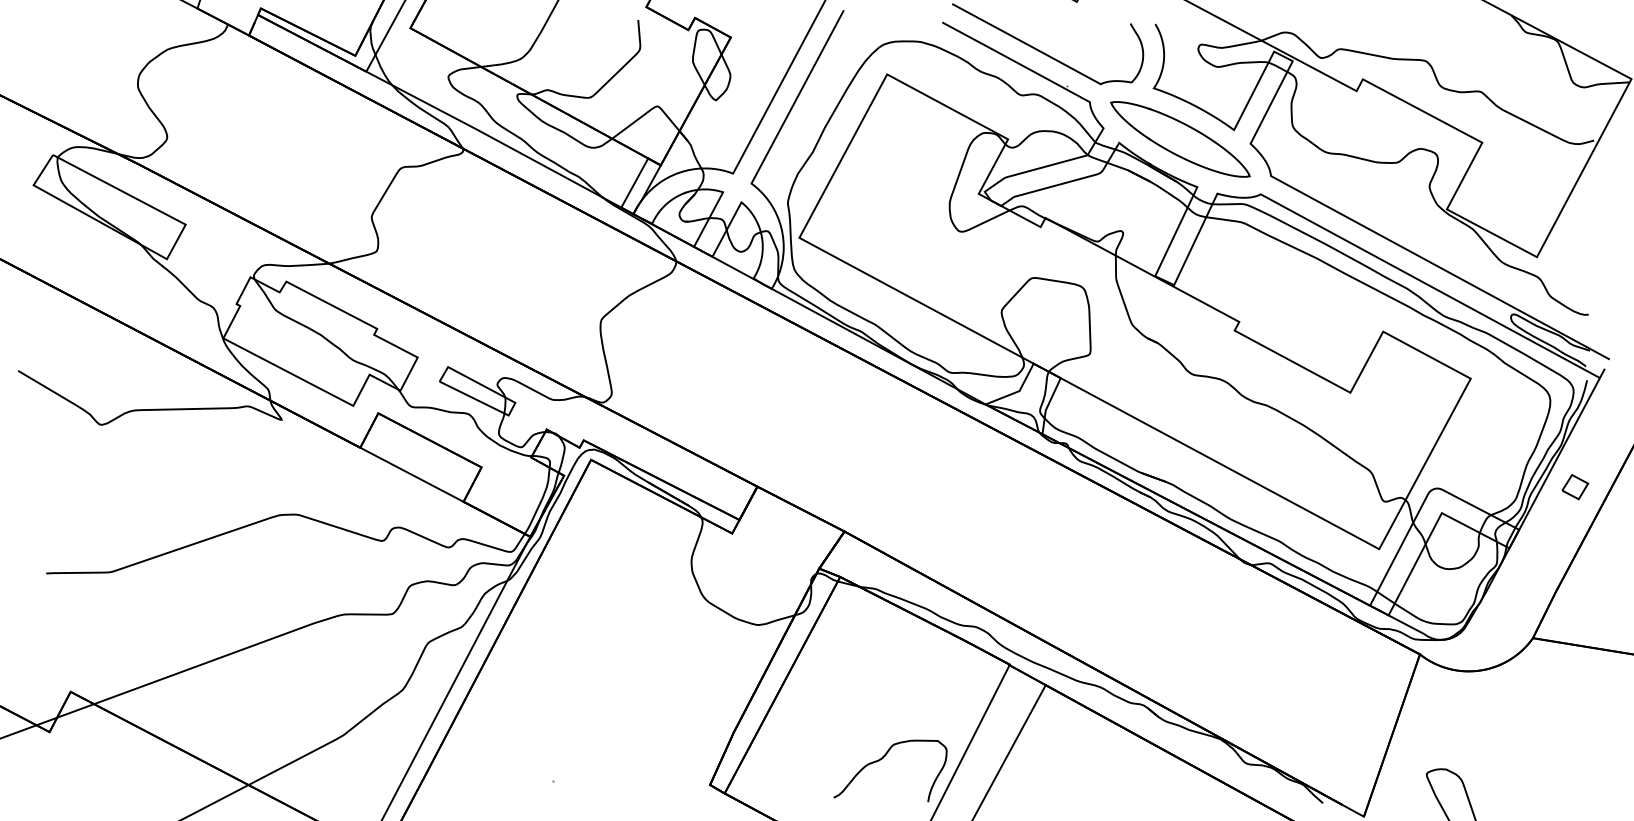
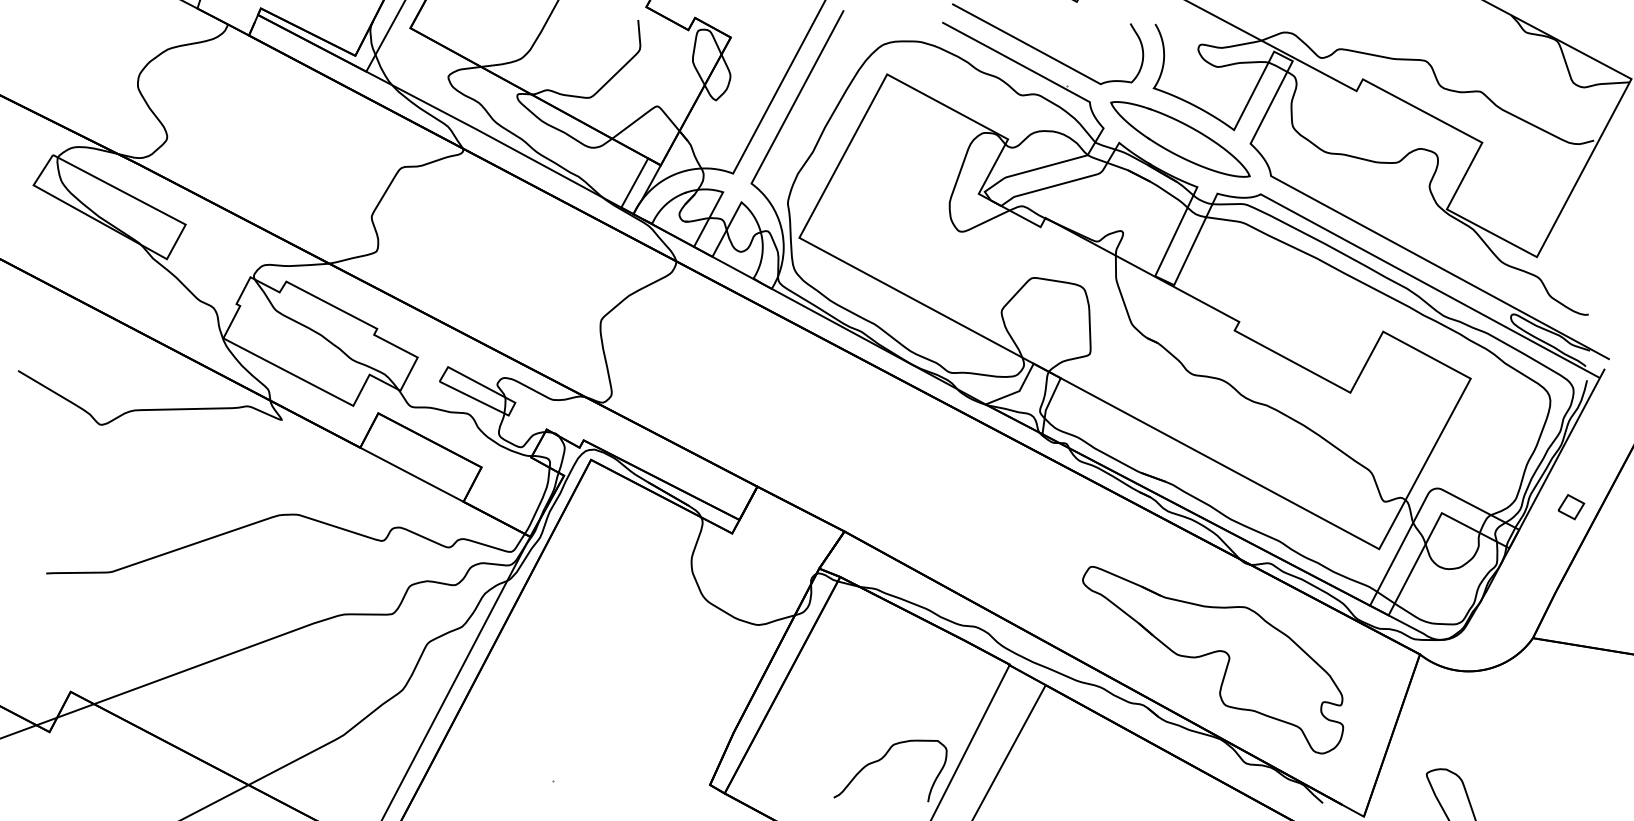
part at (1575, 487) position: (1575, 487) -> (1571, 507)
part at (1210, 654): none -> present
